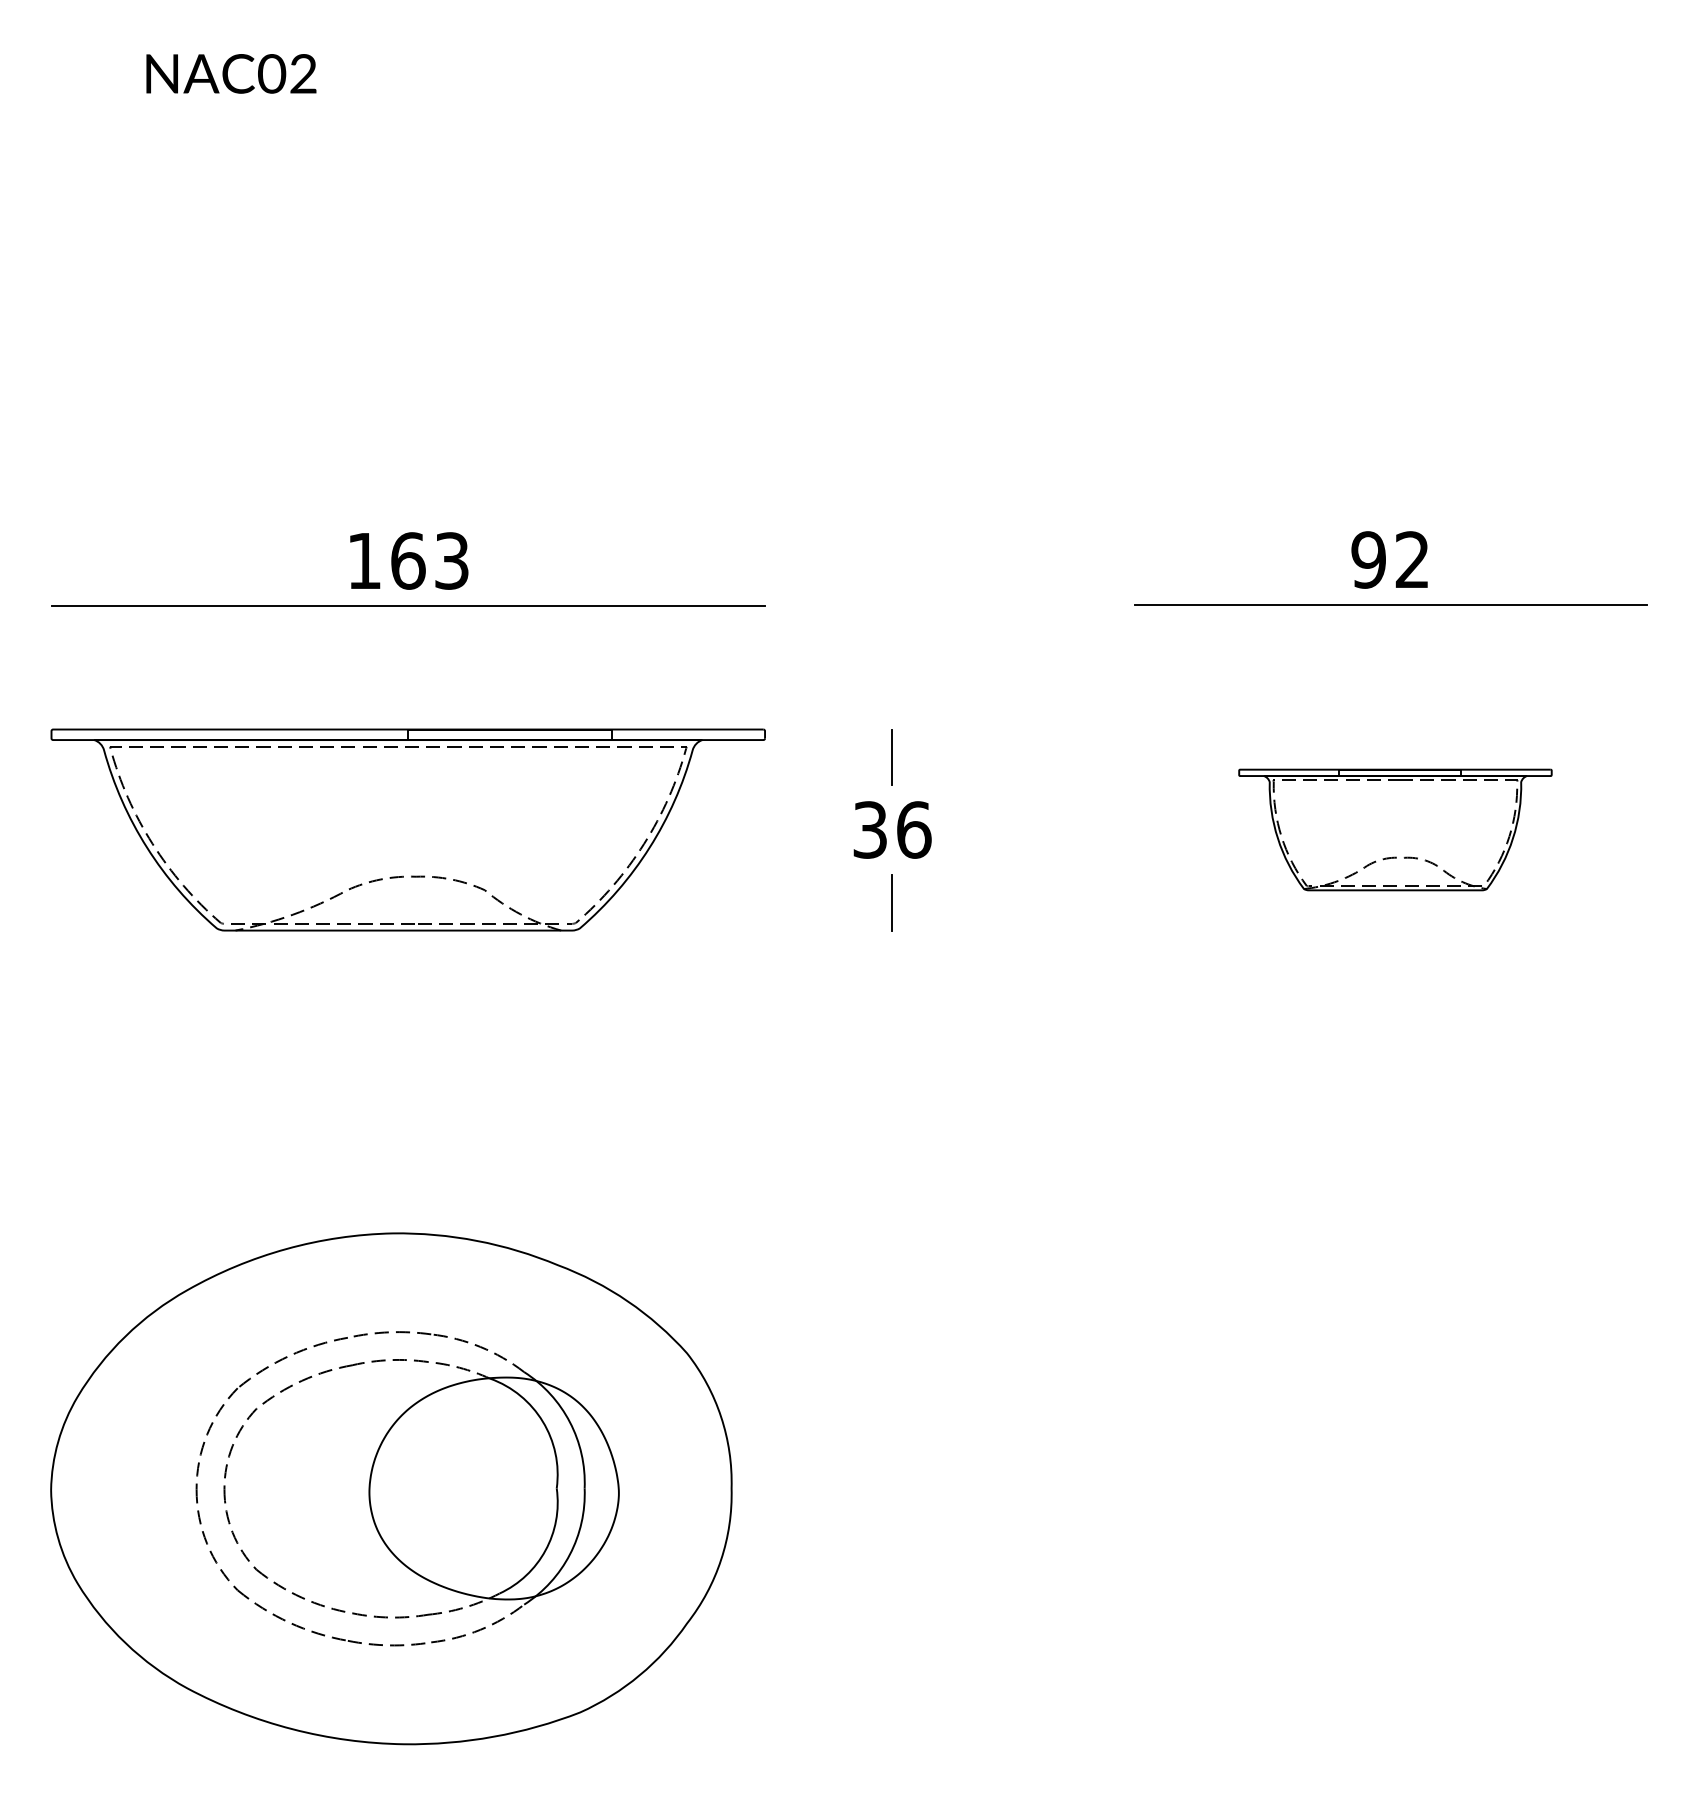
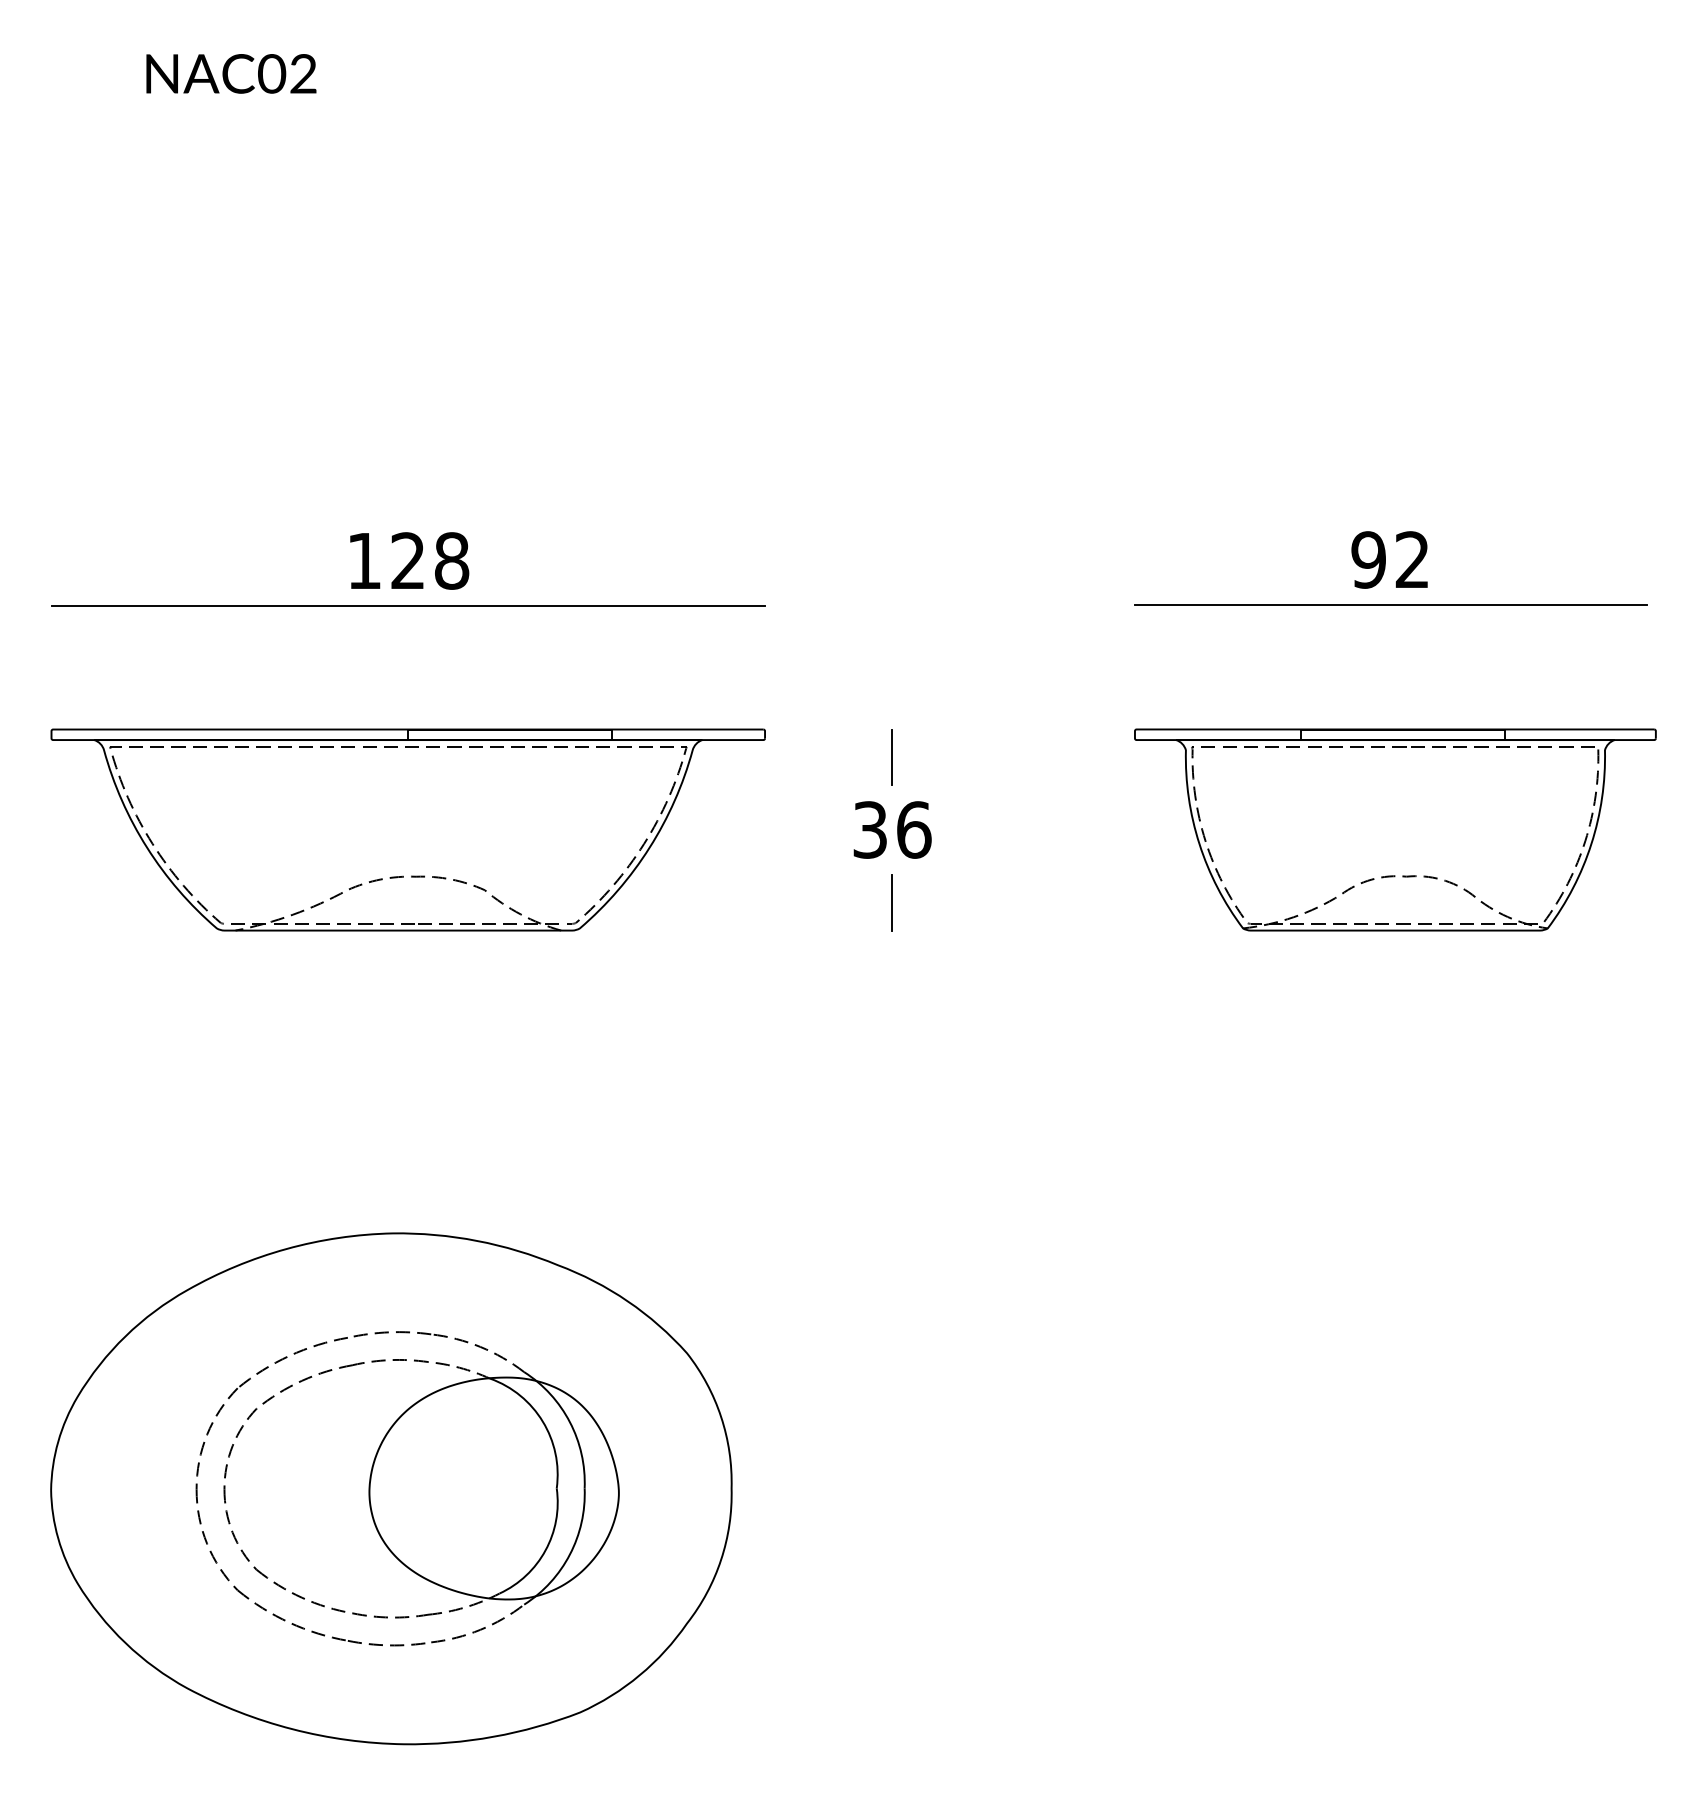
text at (430, 560): 163 -> 128
part at (1395, 829) size: 315x124 px -> 523x204 px
